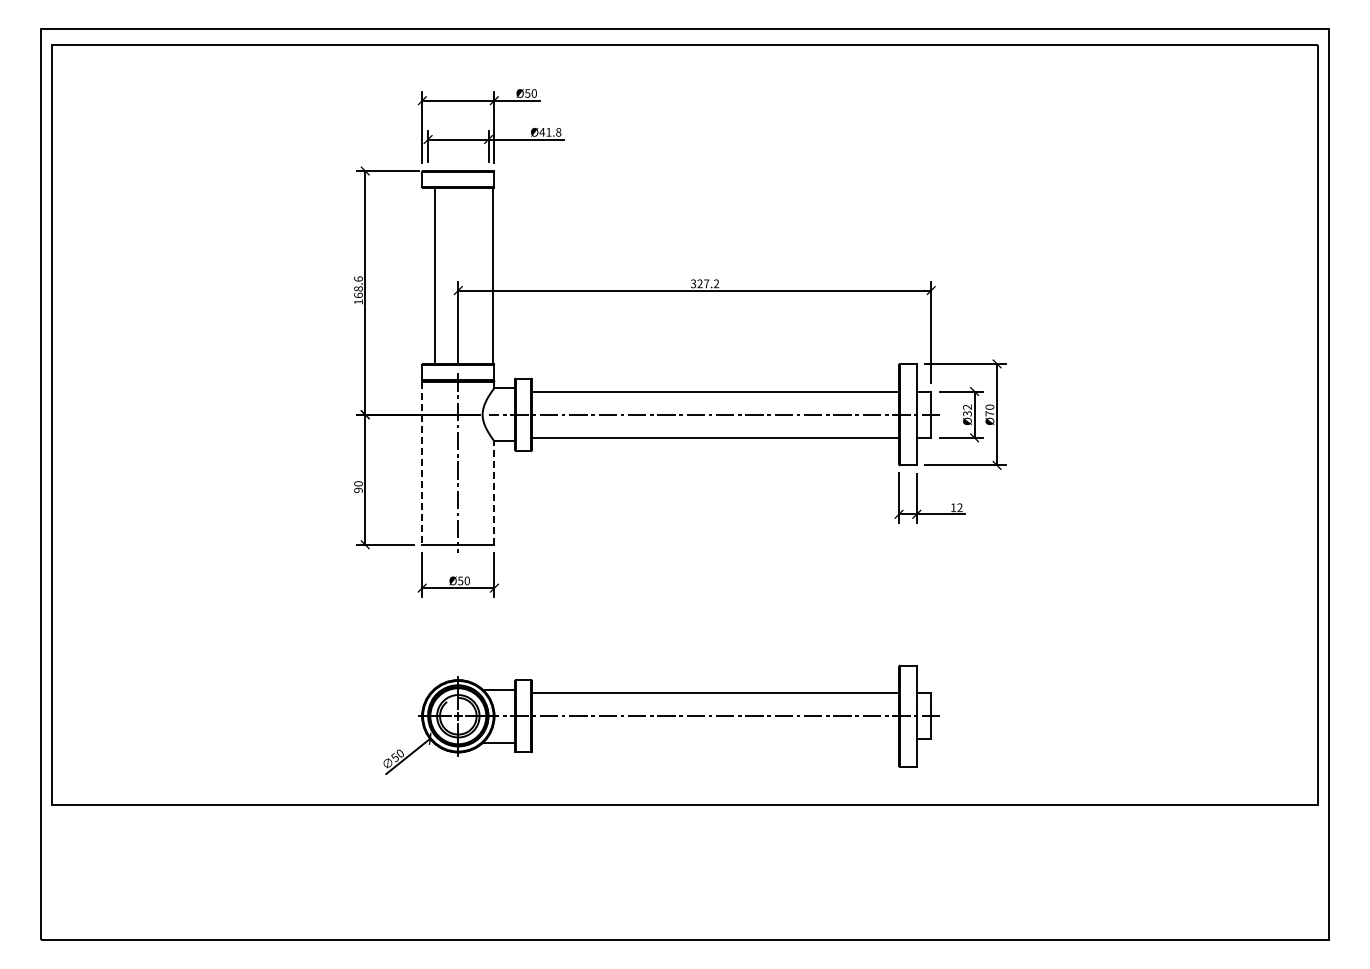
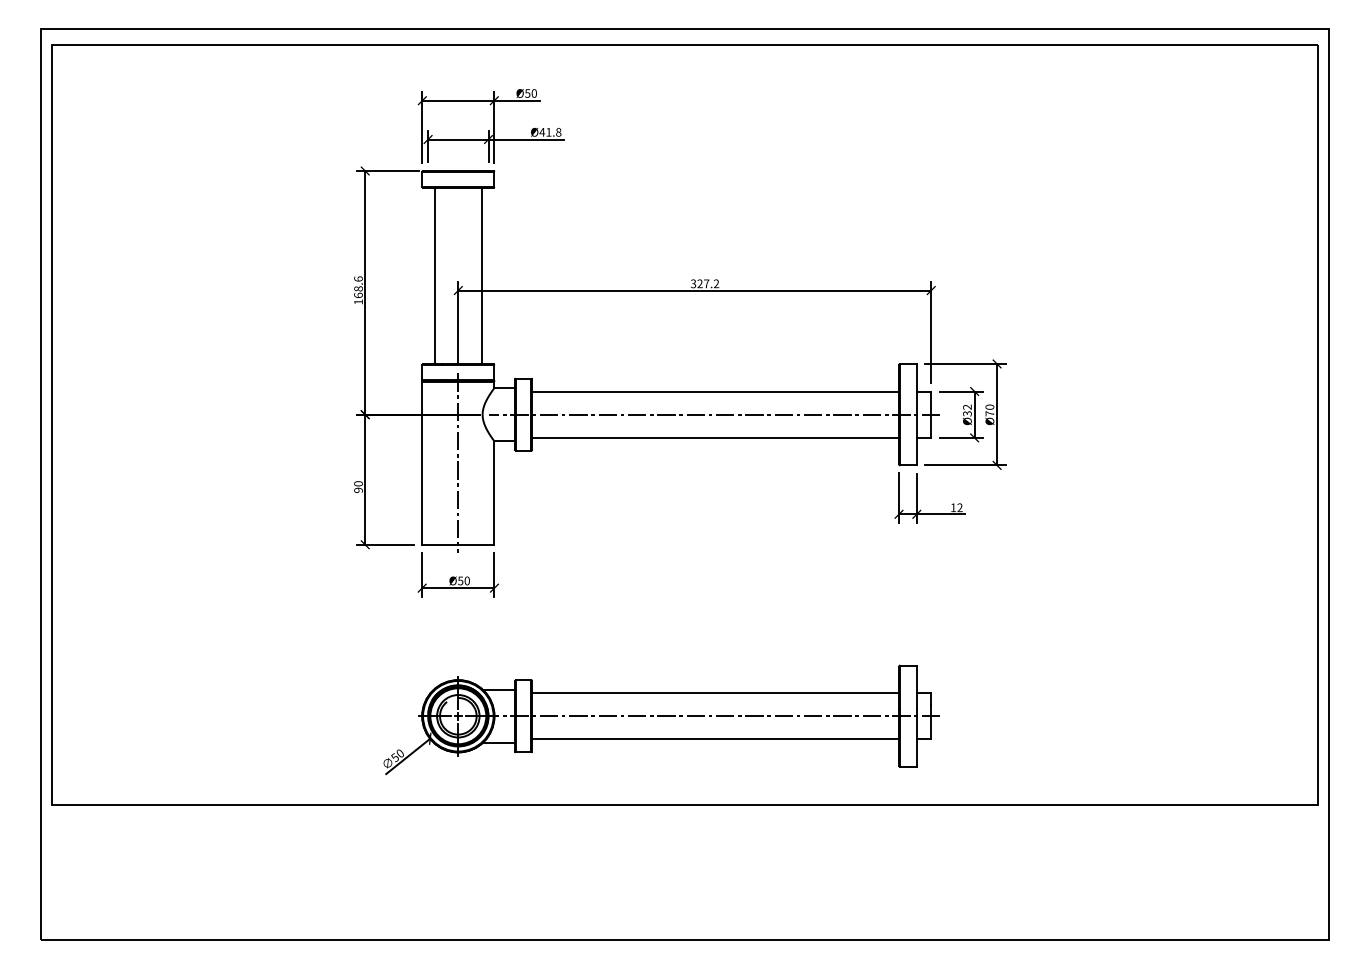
line at (492, 275) position: (492, 275) -> (481, 275)
line at (422, 463): dashed -> solid
line at (494, 493): dashed -> solid
line at (715, 739): none -> present
